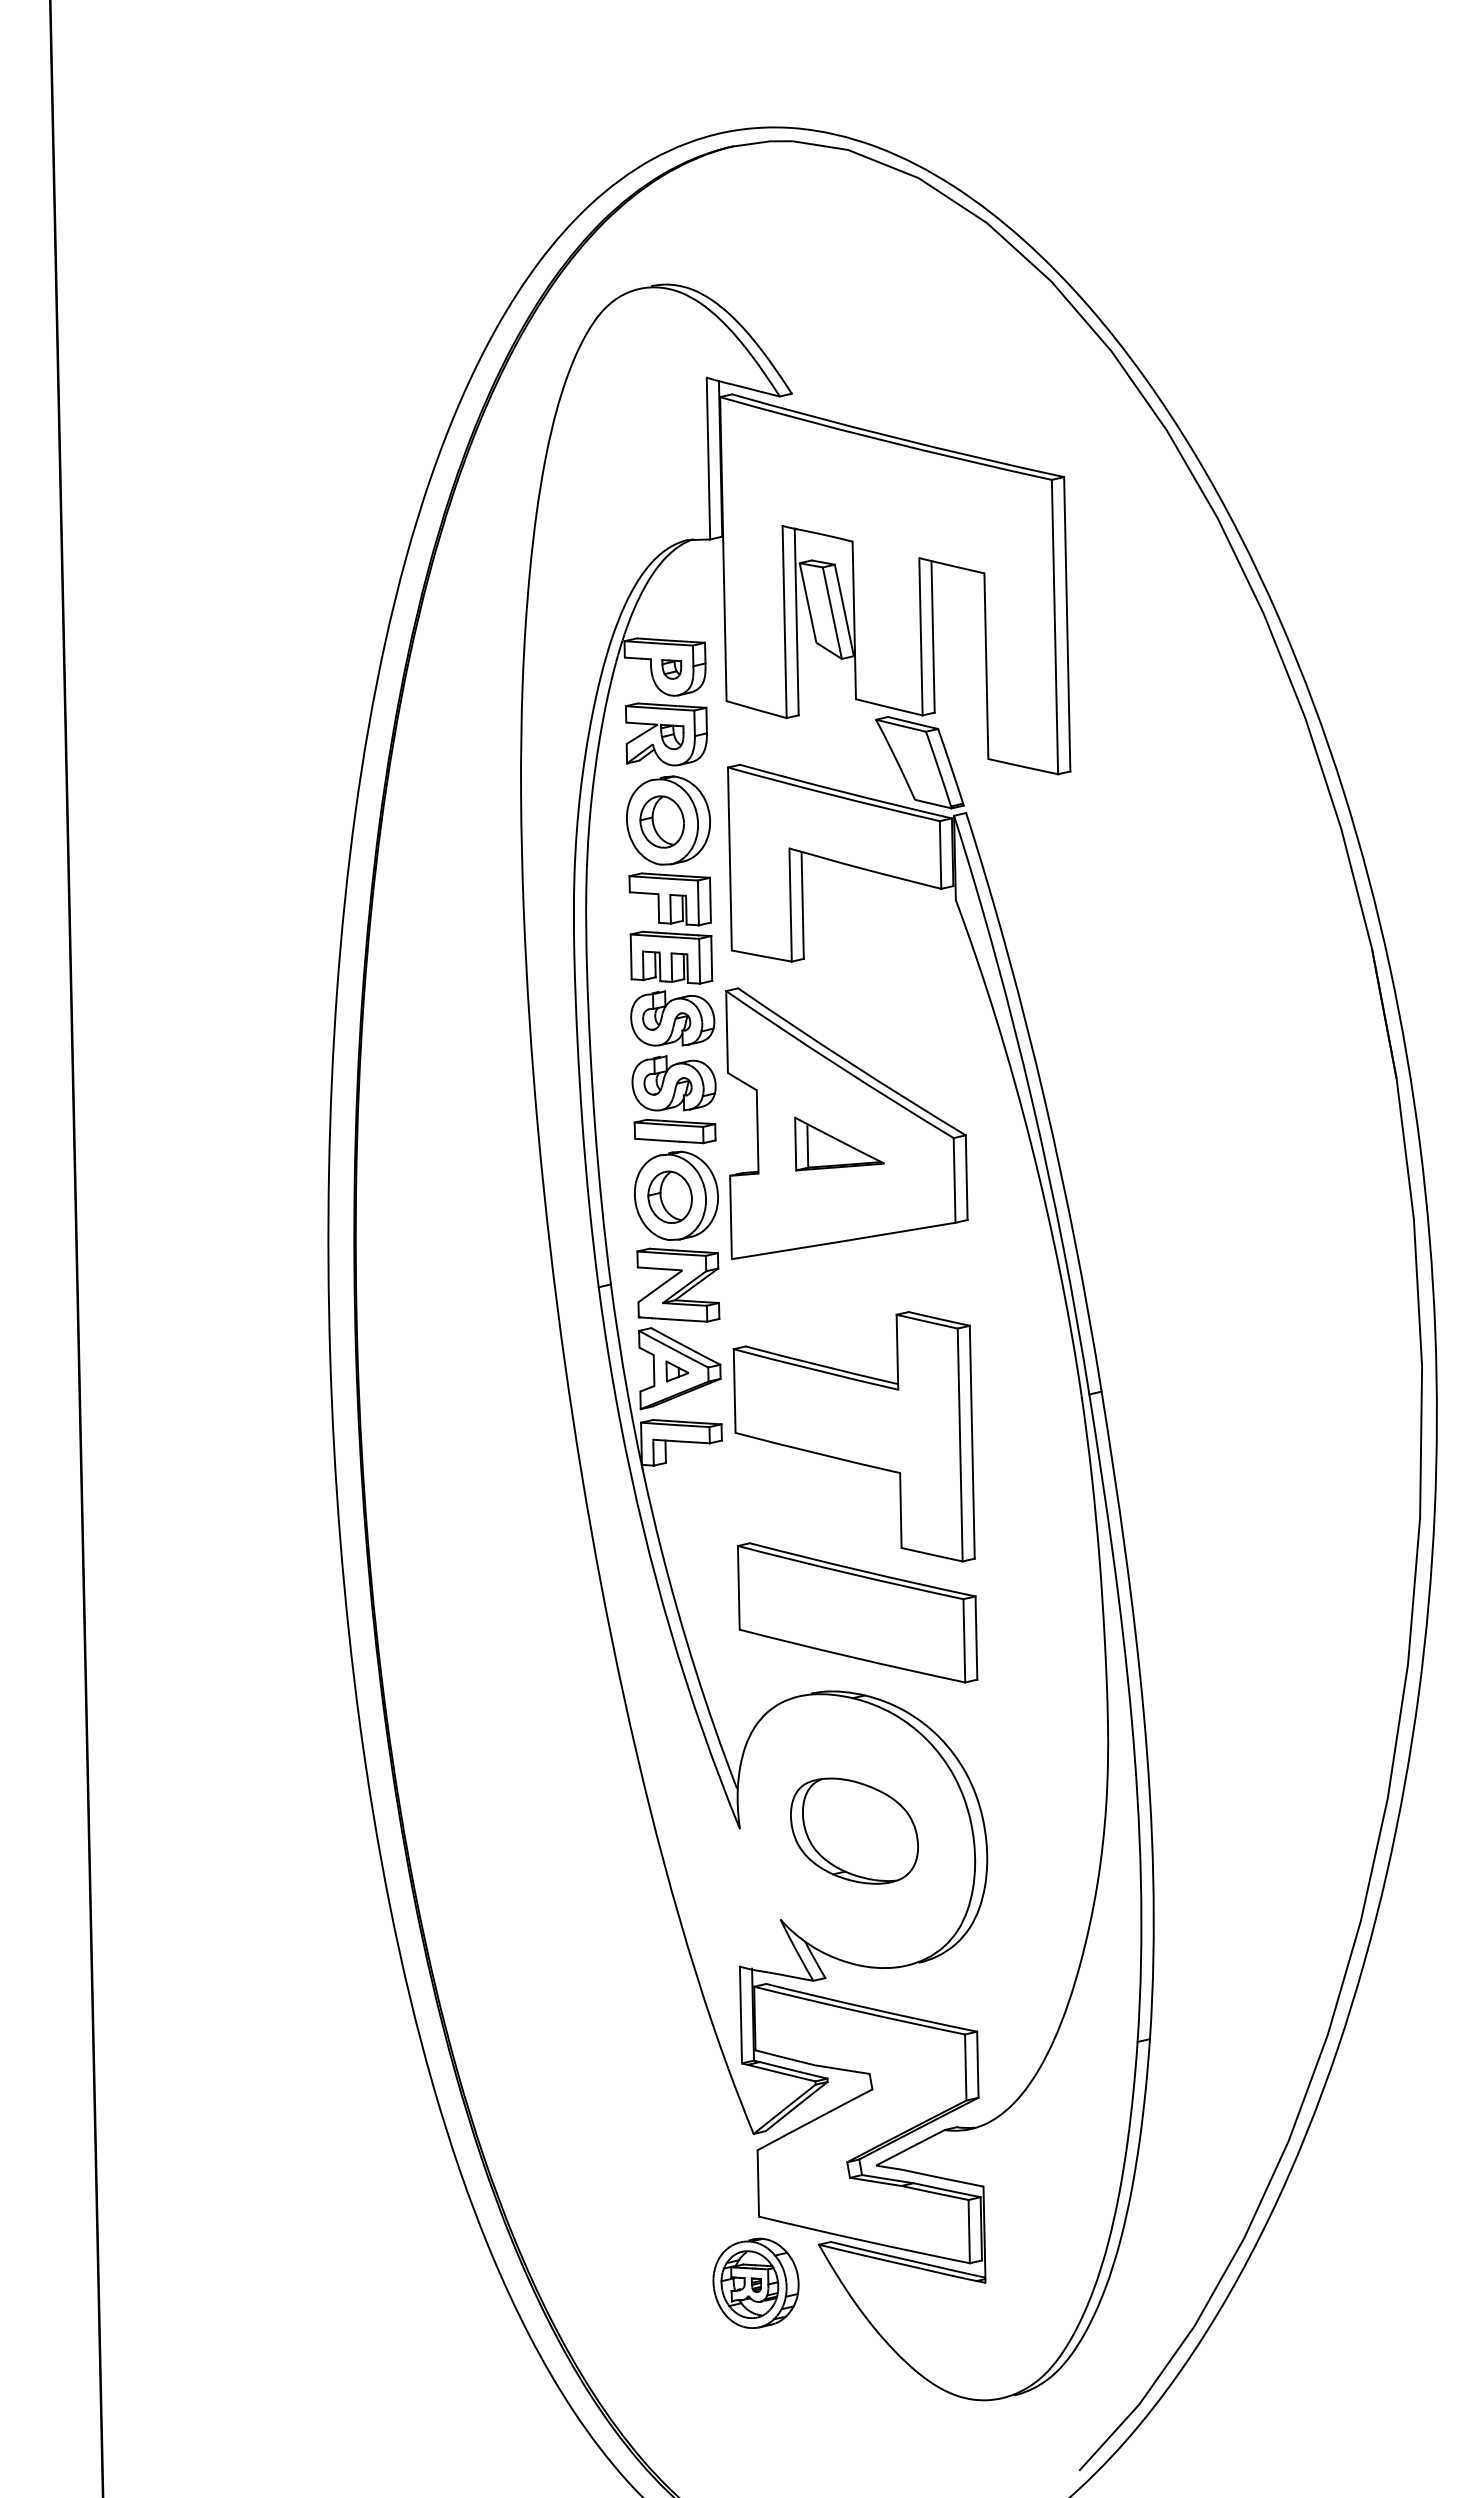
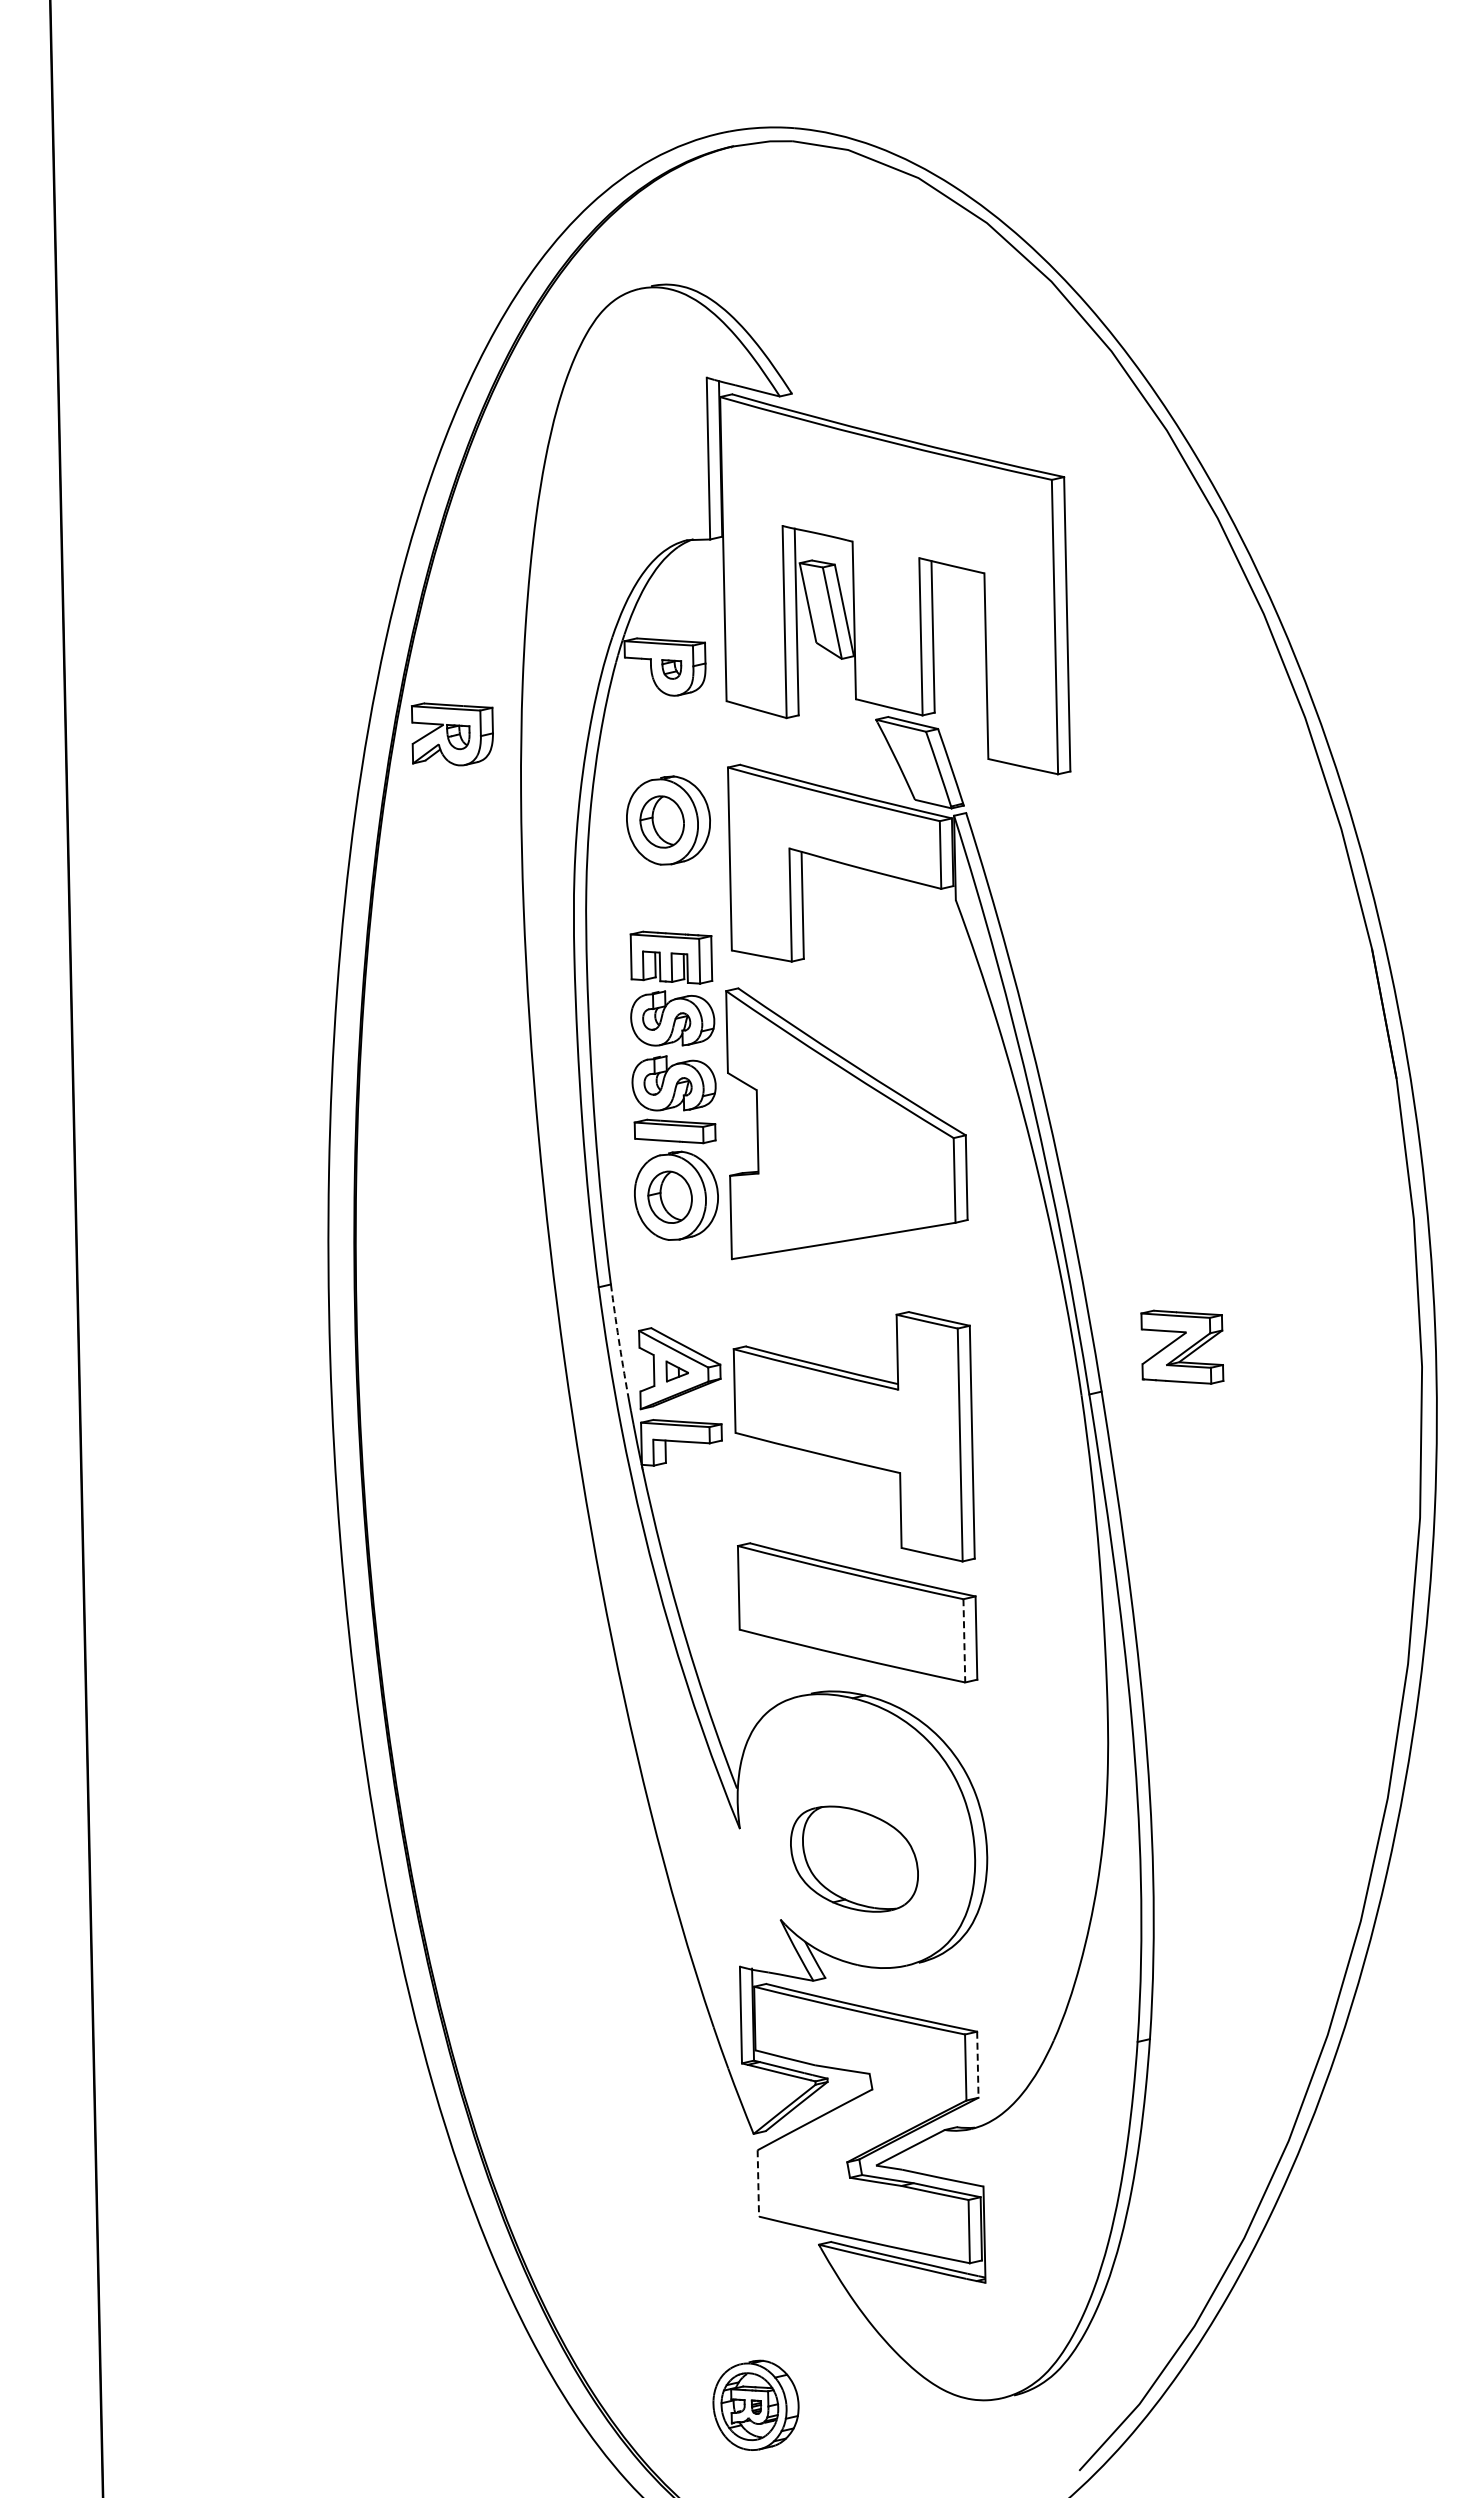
part at (666, 734) position: (666, 734) -> (452, 734)
part at (669, 899): present -> none
part at (839, 1143): present -> none
part at (678, 1284) position: (678, 1284) -> (1182, 1346)
arc at (618, 1339): solid -> dashed
line at (964, 1640): solid -> dashed
part at (854, 1830) position: (854, 1830) -> (854, 1858)
line at (977, 2065): solid -> dashed
line at (758, 2183): solid -> dashed
part at (755, 2282) position: (755, 2282) -> (755, 2404)
